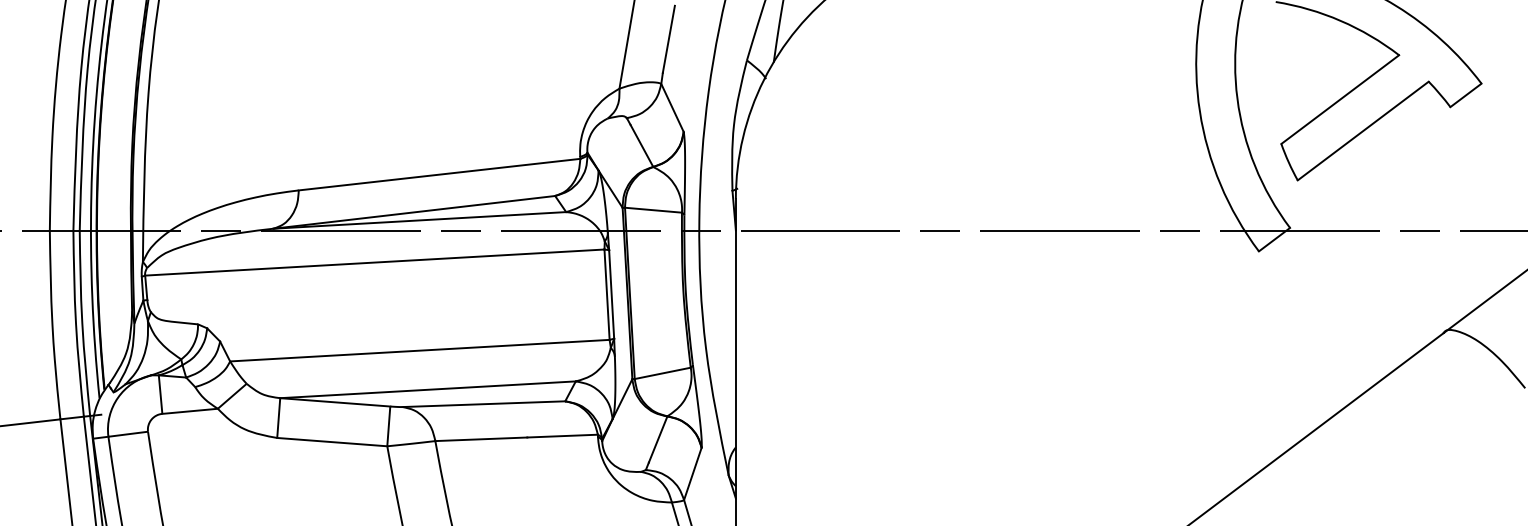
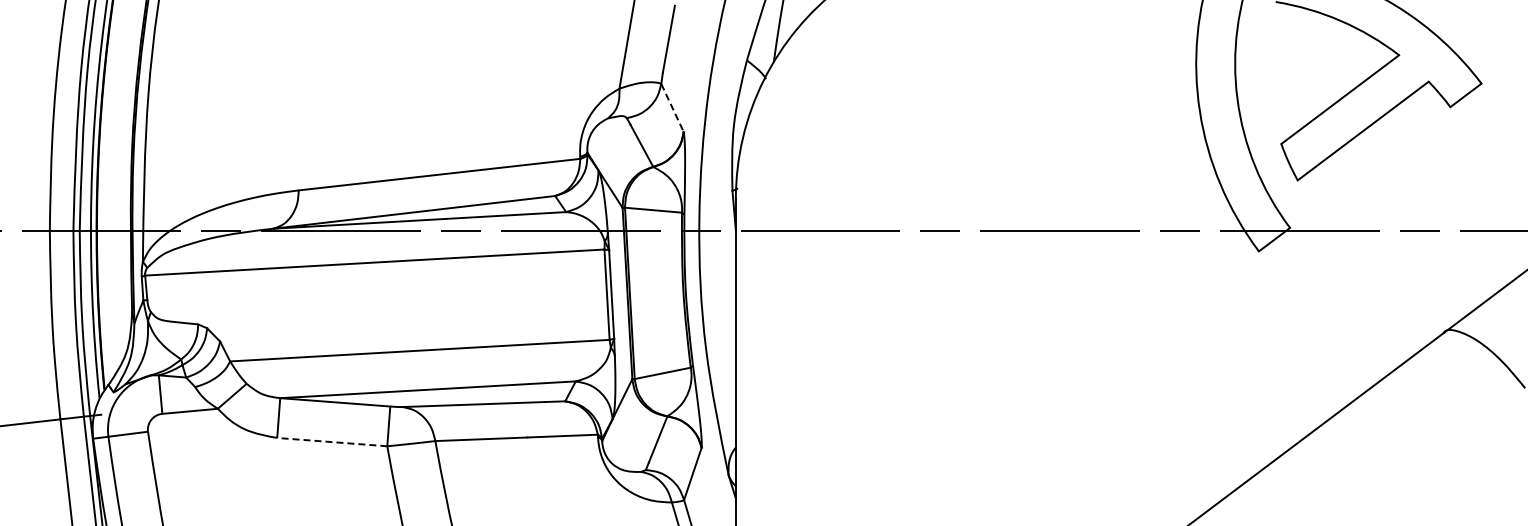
line at (672, 108): solid -> dashed
line at (331, 442): solid -> dashed
